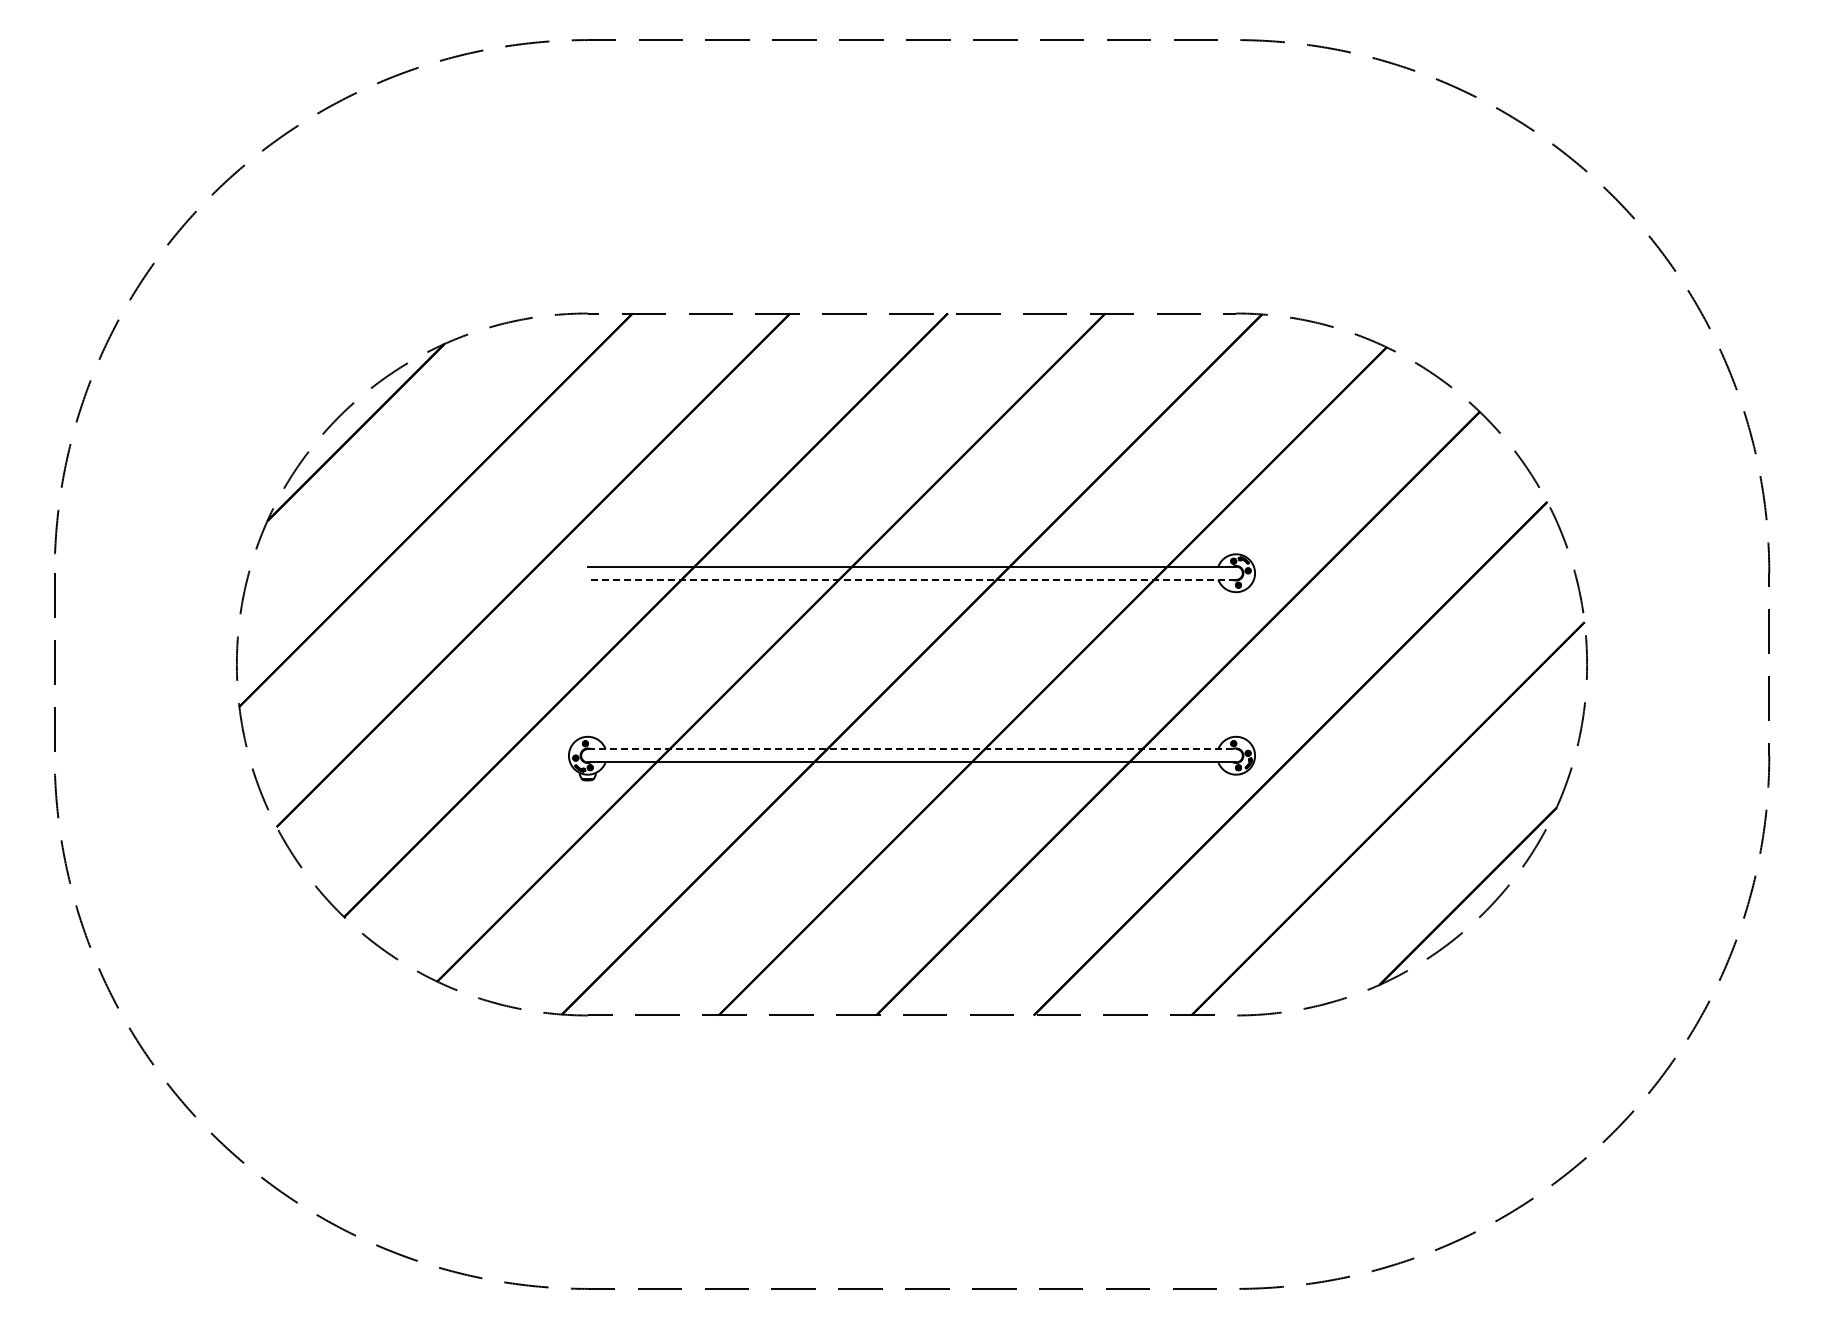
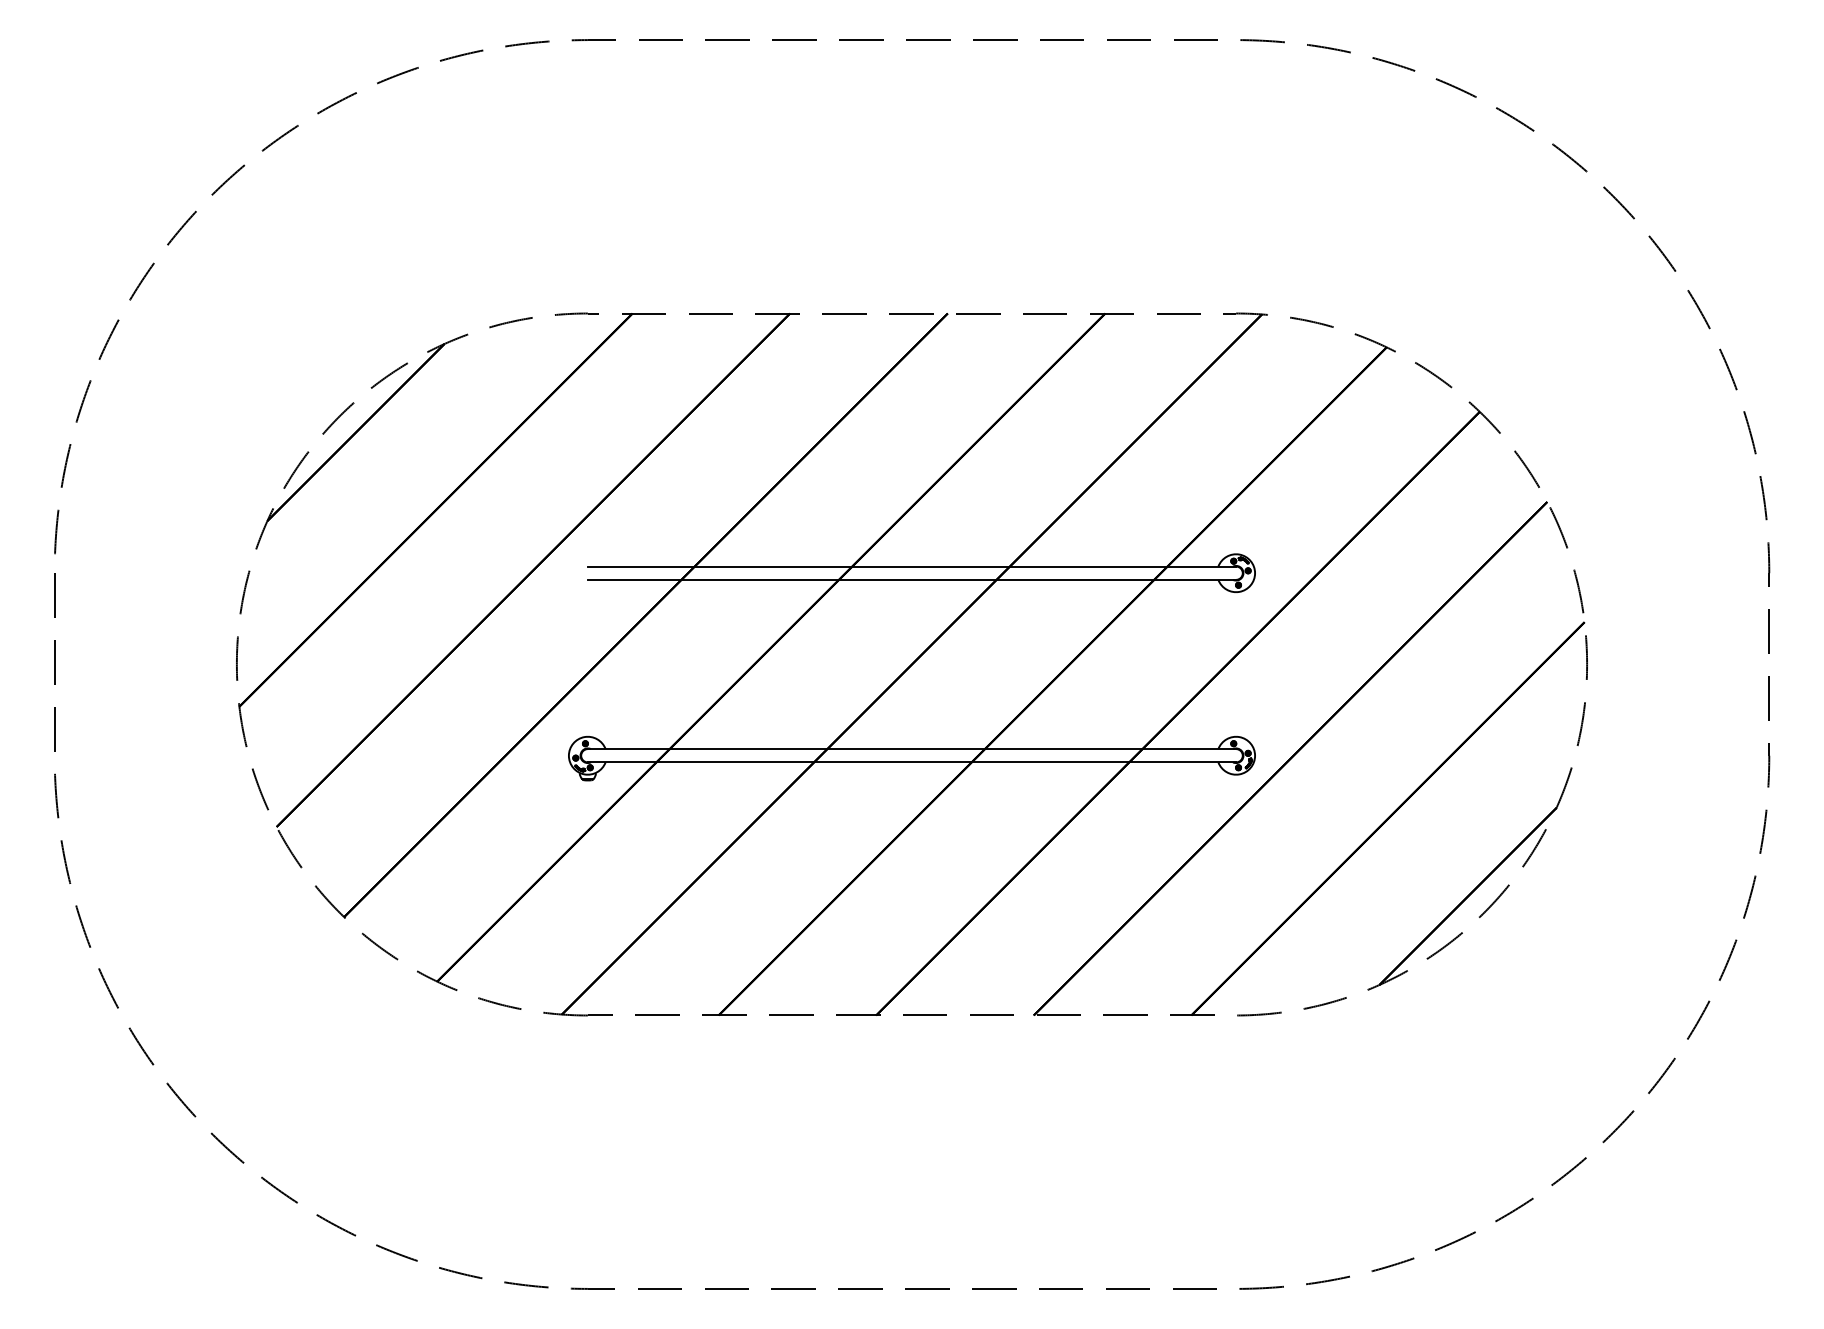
line at (911, 579): dashed -> solid
line at (912, 749): dashed -> solid
